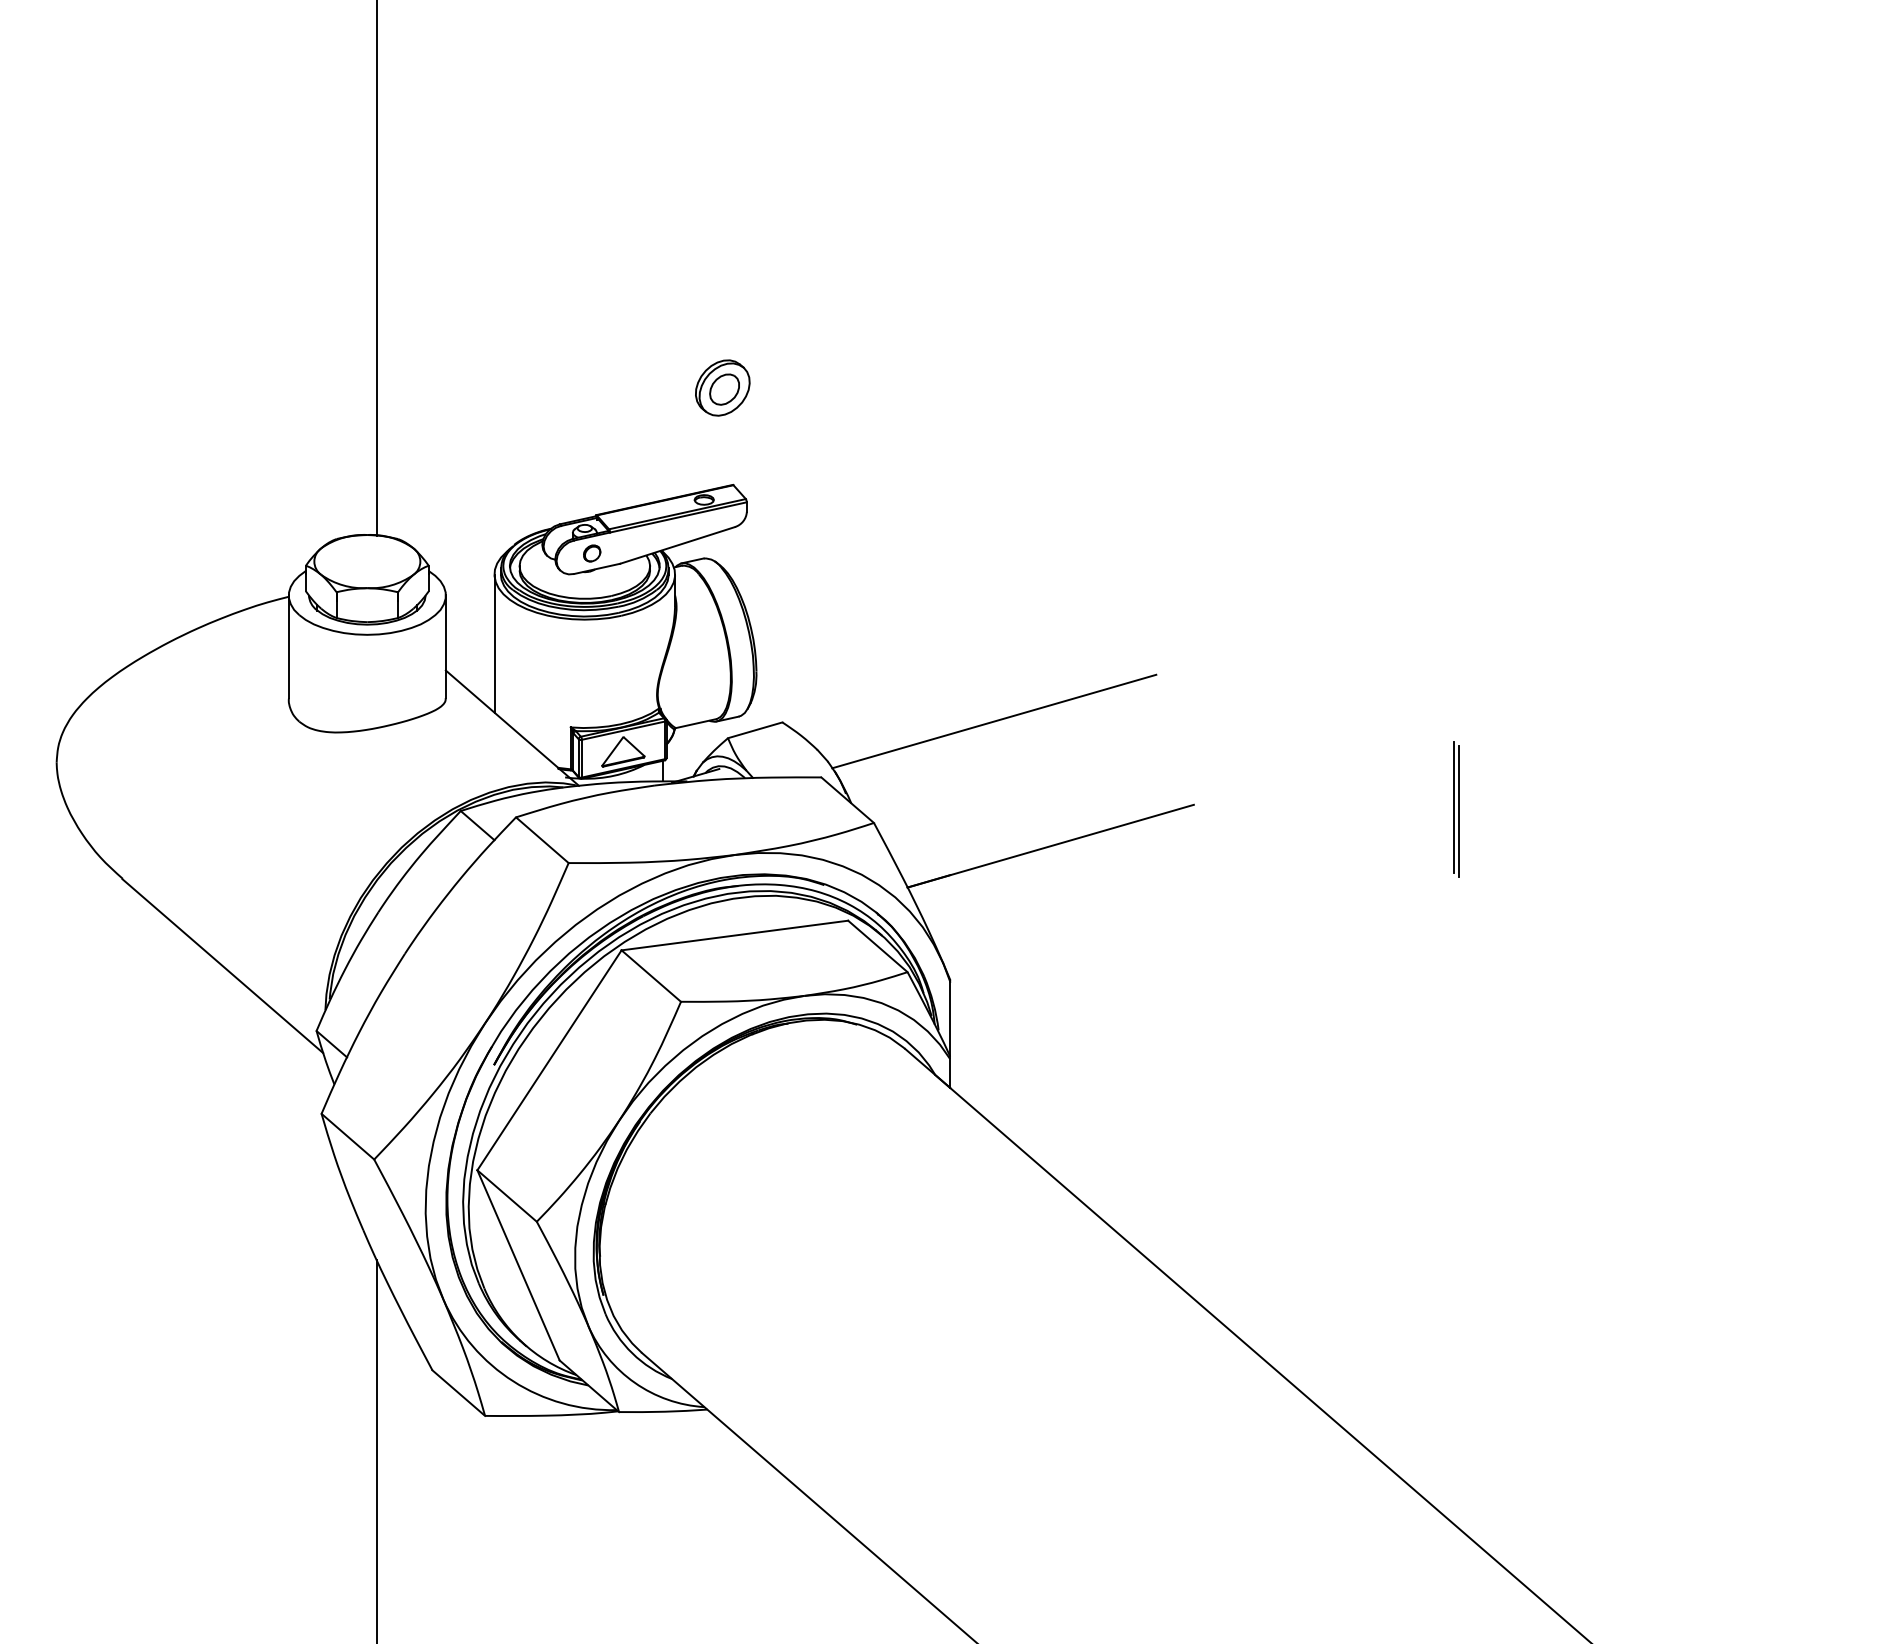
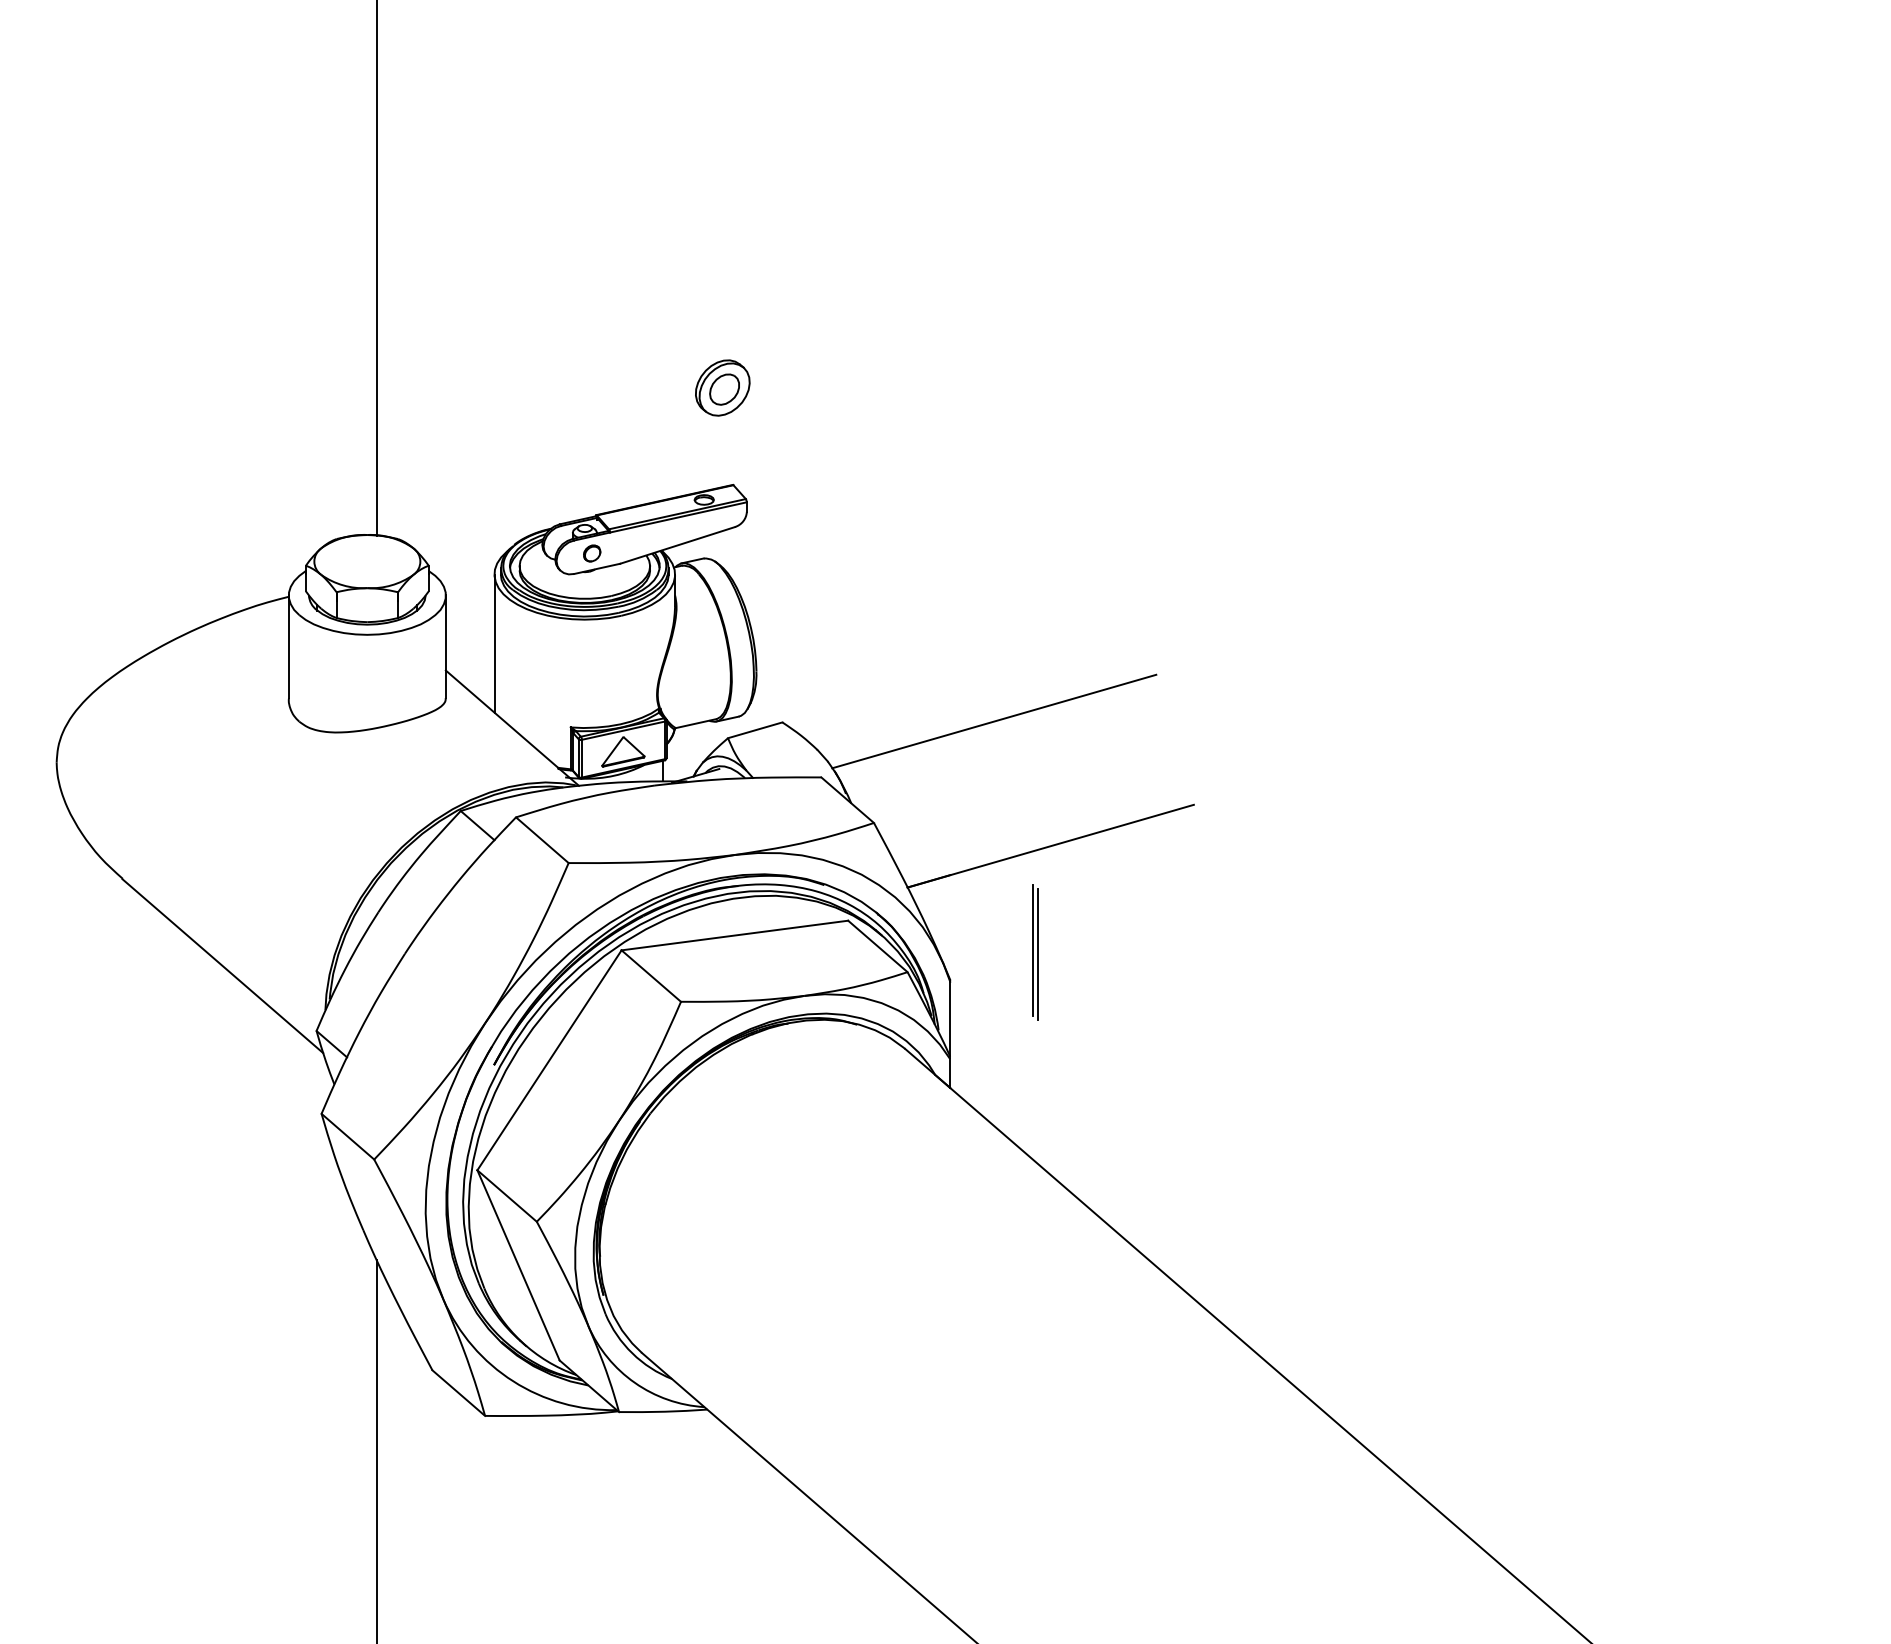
part at (1456, 809) position: (1456, 809) -> (1035, 952)
